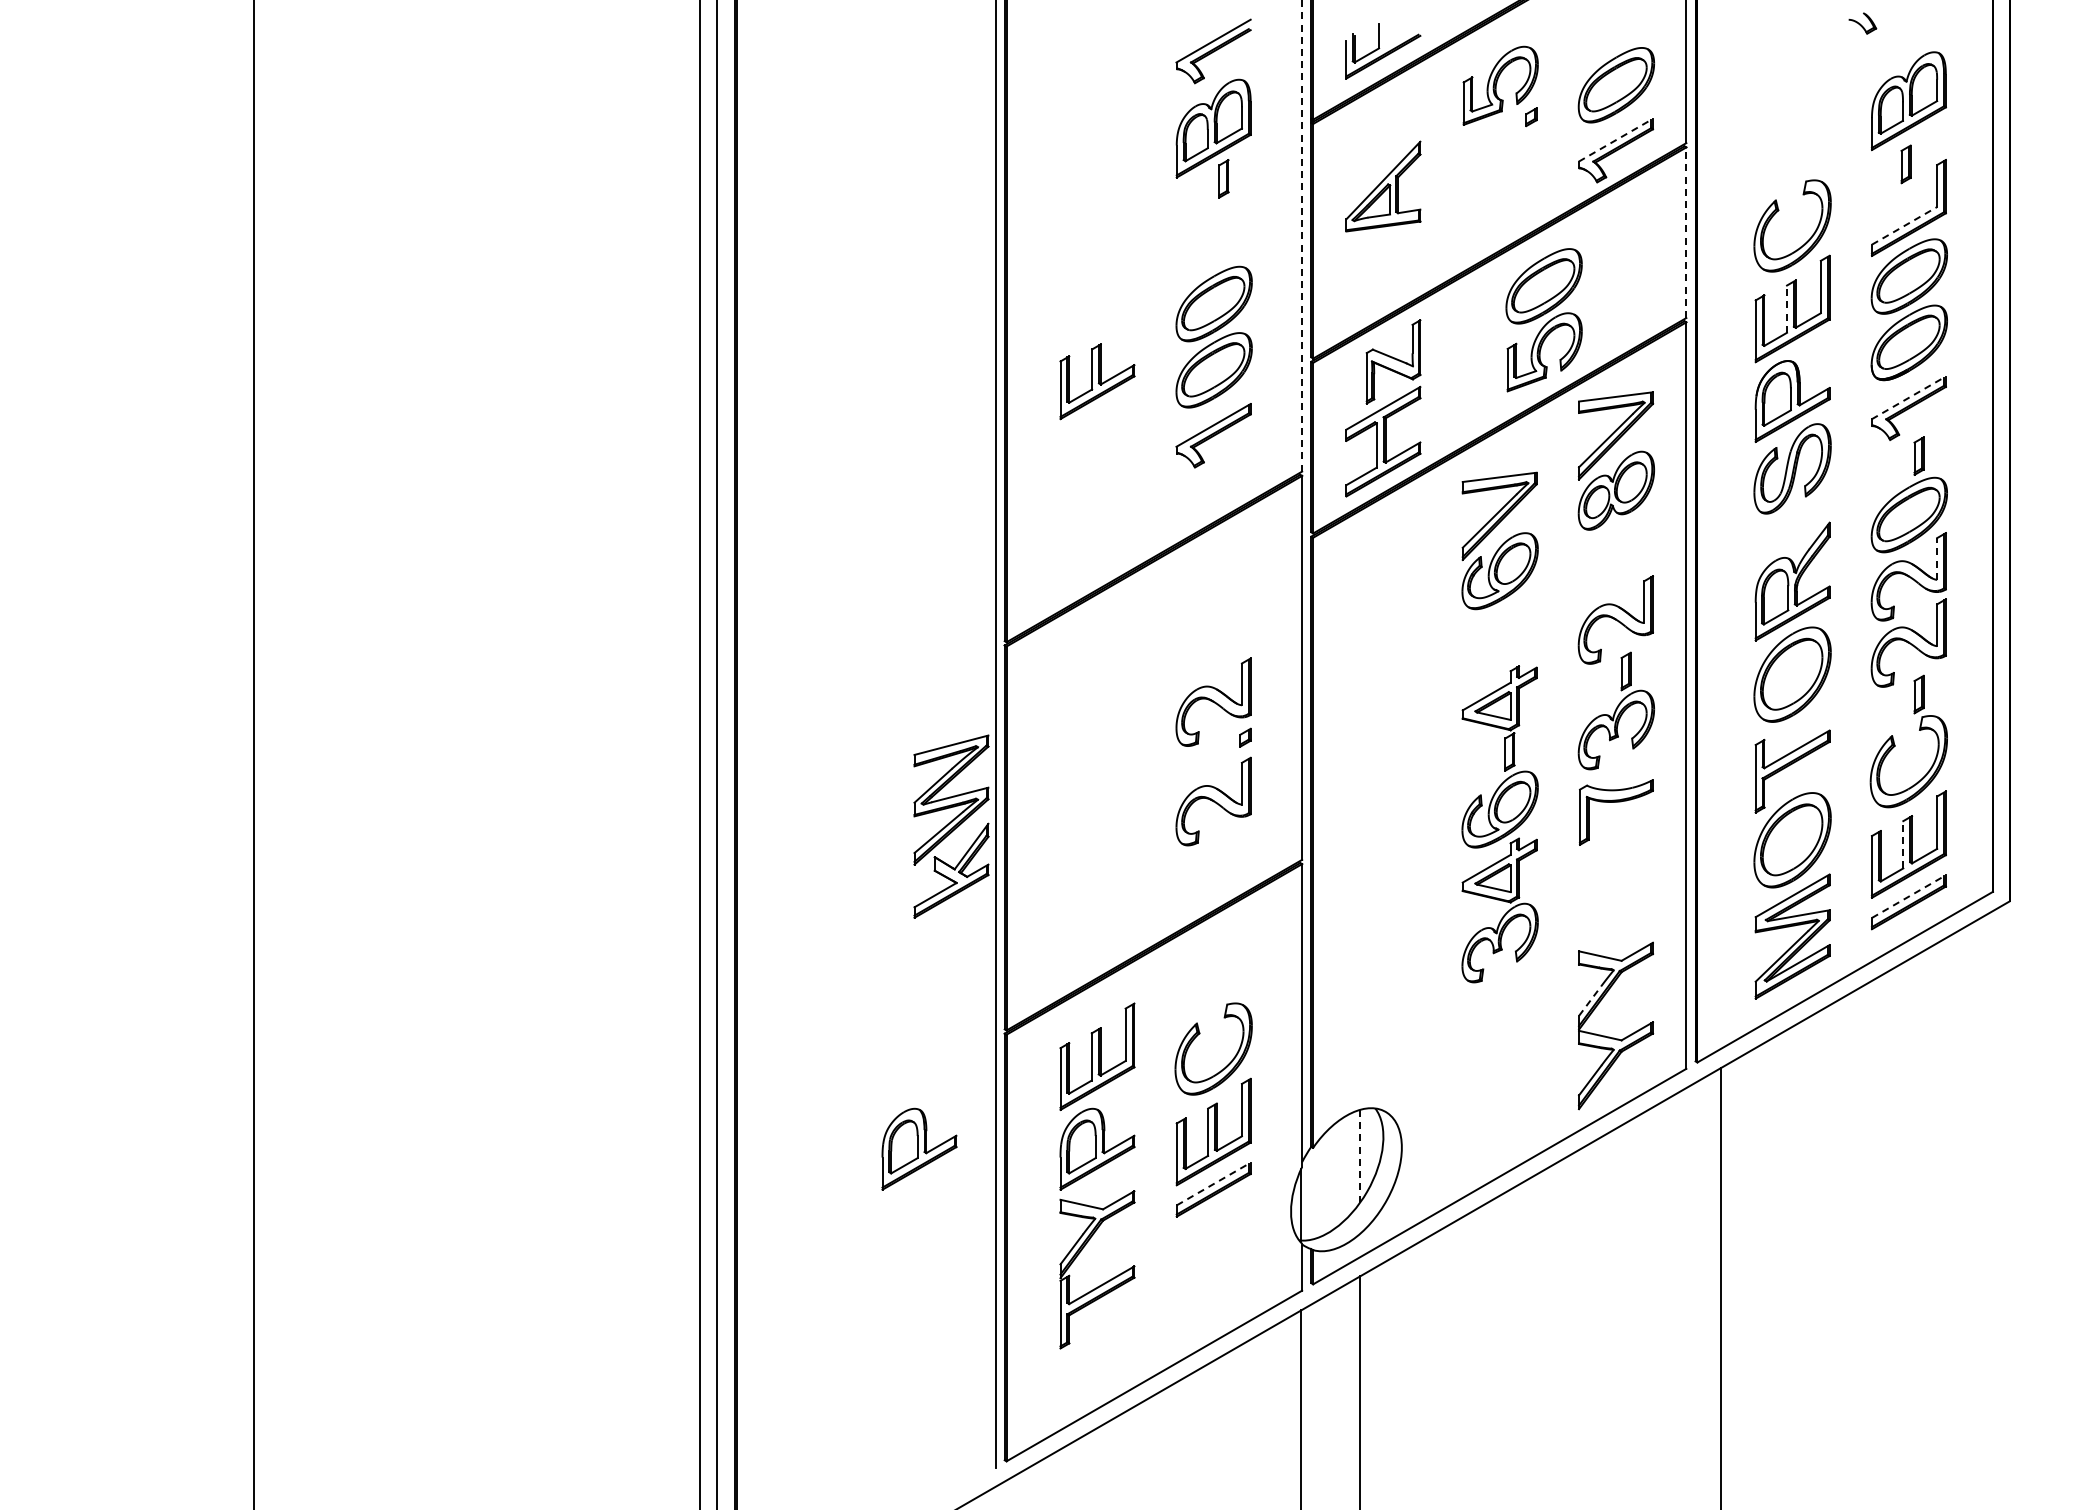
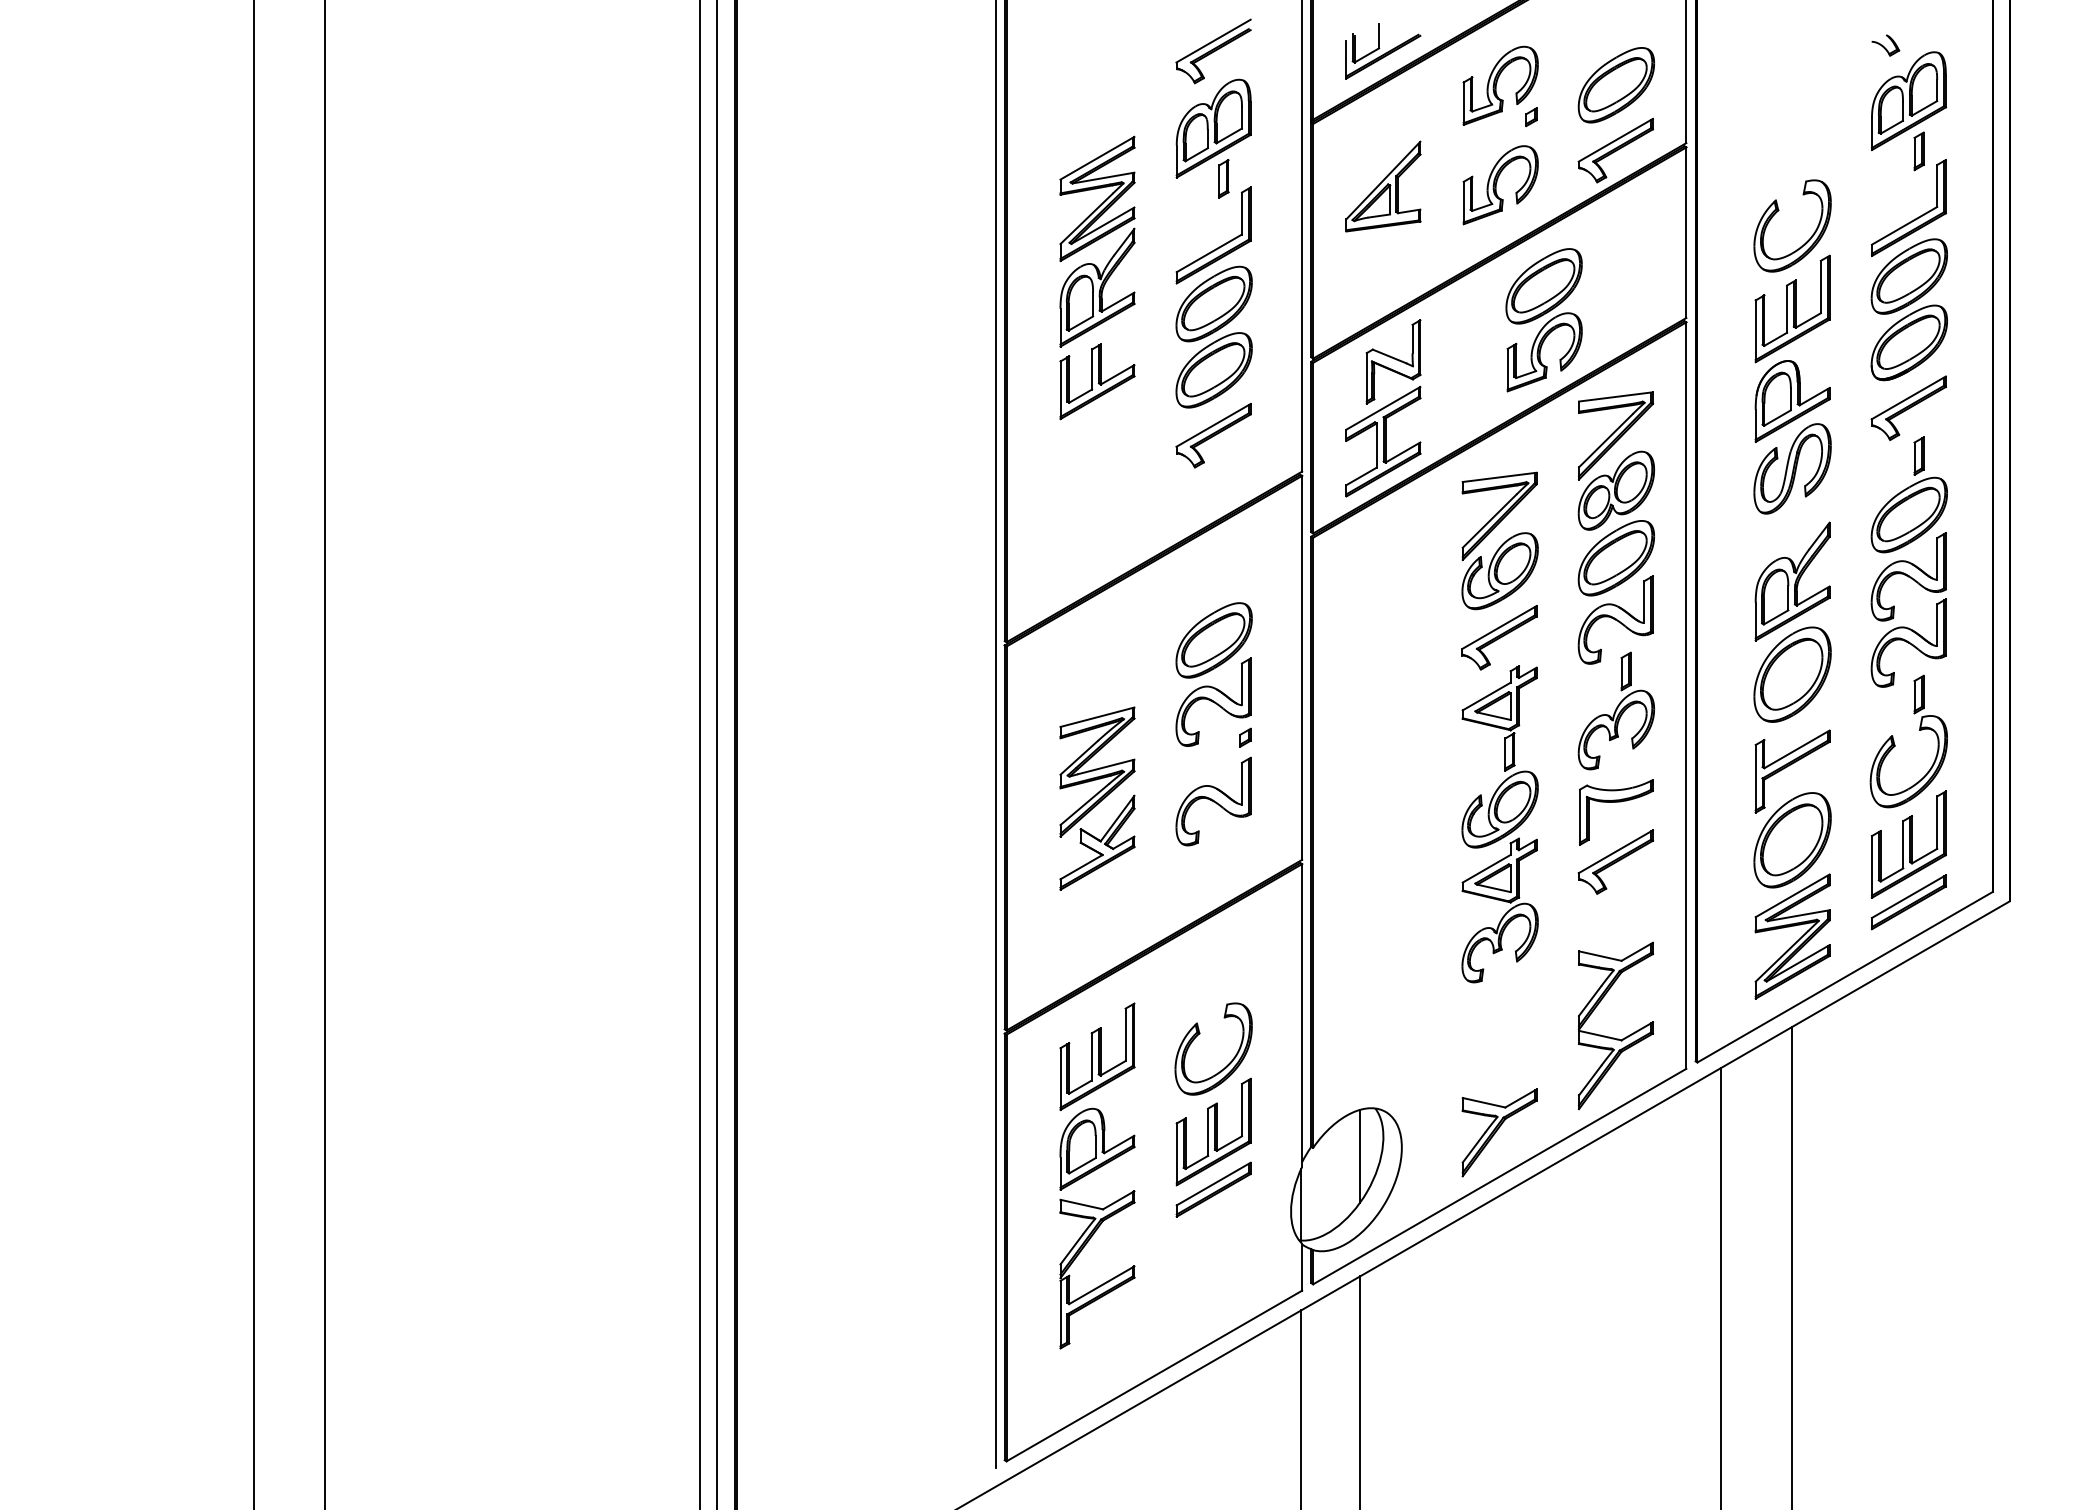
part at (1862, 23) position: (1862, 23) -> (1885, 45)
line at (1615, 140): dashed -> solid
part at (1905, 164) position: (1905, 164) -> (1918, 151)
part at (1500, 185): none -> present
line at (1904, 225): dashed -> solid
line at (1686, 232): dashed -> solid
line at (1302, 235): dashed -> solid
part at (1097, 241): none -> present
part at (1220, 245): none -> present
line at (1787, 309): dashed -> solid
line at (1908, 397): dashed -> solid
part at (1615, 558): none -> present
line at (1937, 559): dashed -> solid
part at (1499, 637): none -> present
part at (1213, 640): none -> present
line at (325, 754): none -> present
part at (951, 826) position: (951, 826) -> (1097, 798)
line at (1903, 844): dashed -> solid
part at (1615, 861): none -> present
line at (1908, 896): dashed -> solid
line at (1590, 1001): dashed -> solid
part at (1499, 1132): none -> present
part at (919, 1148): present -> none
line at (1360, 1155): dashed -> solid
line at (1213, 1184): dashed -> solid
line at (1792, 1266): none -> present
